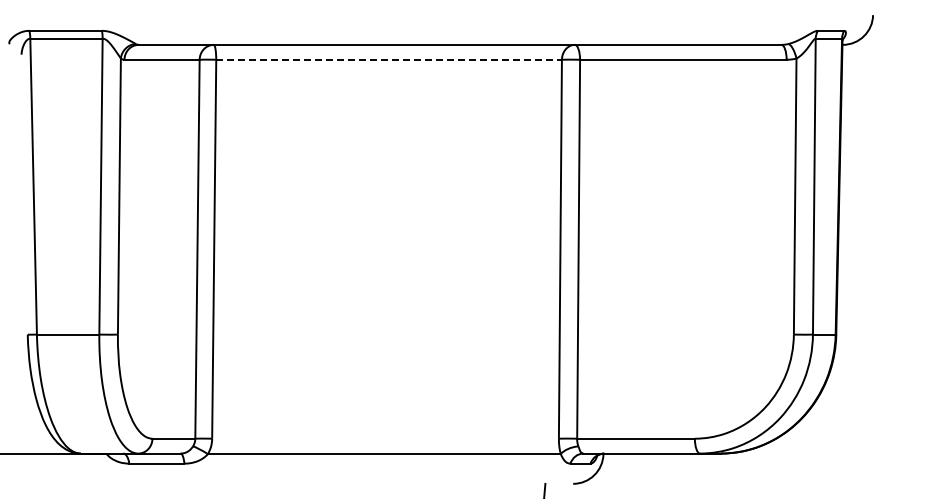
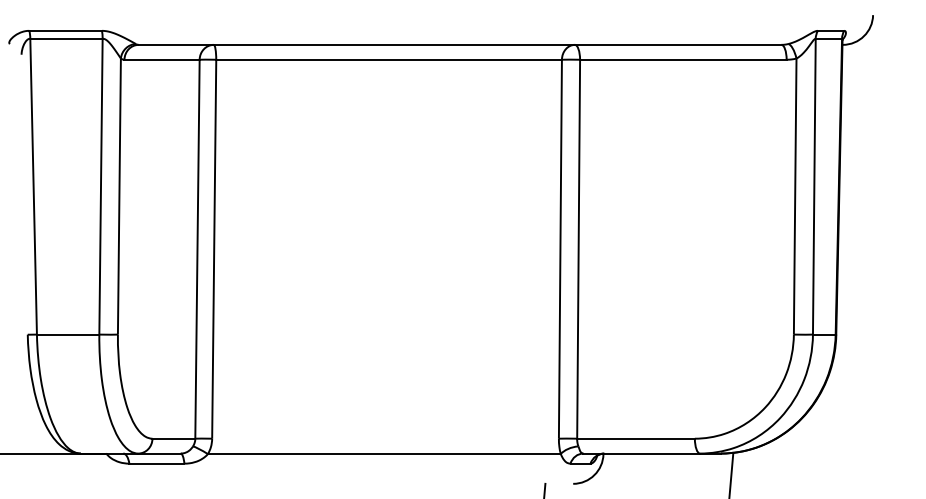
line at (389, 59): dashed -> solid
line at (731, 473): none -> present
